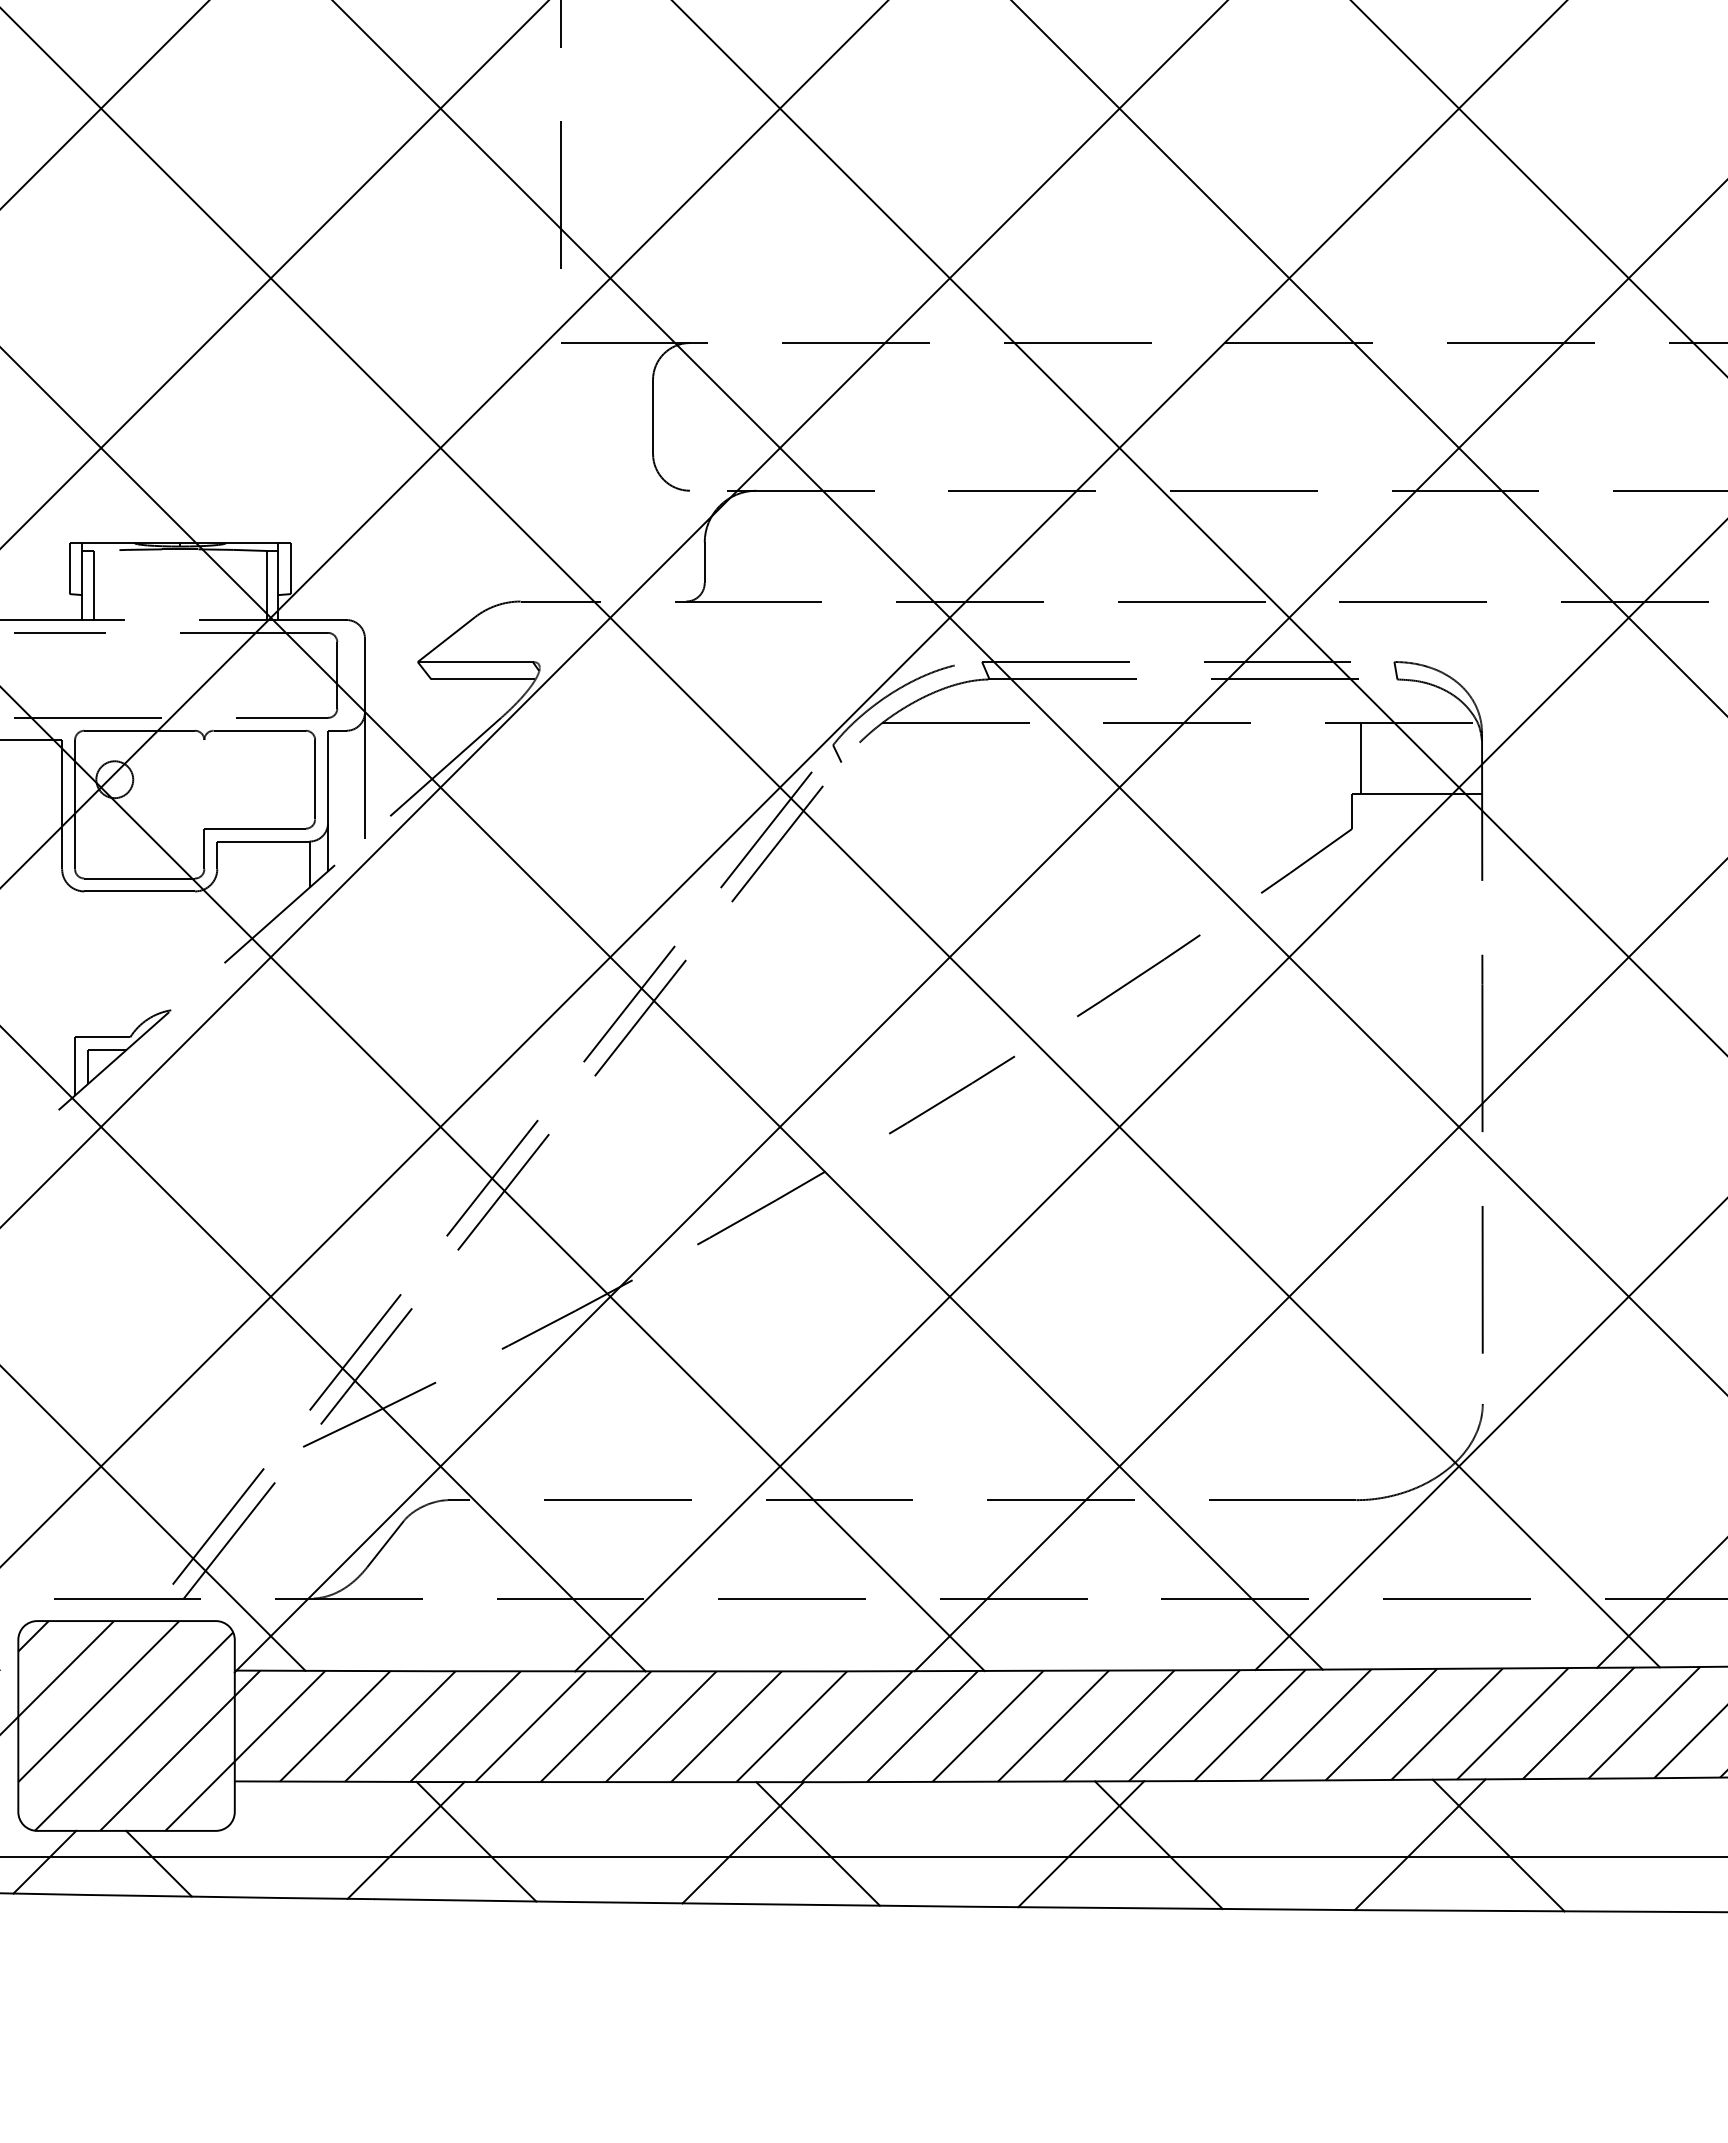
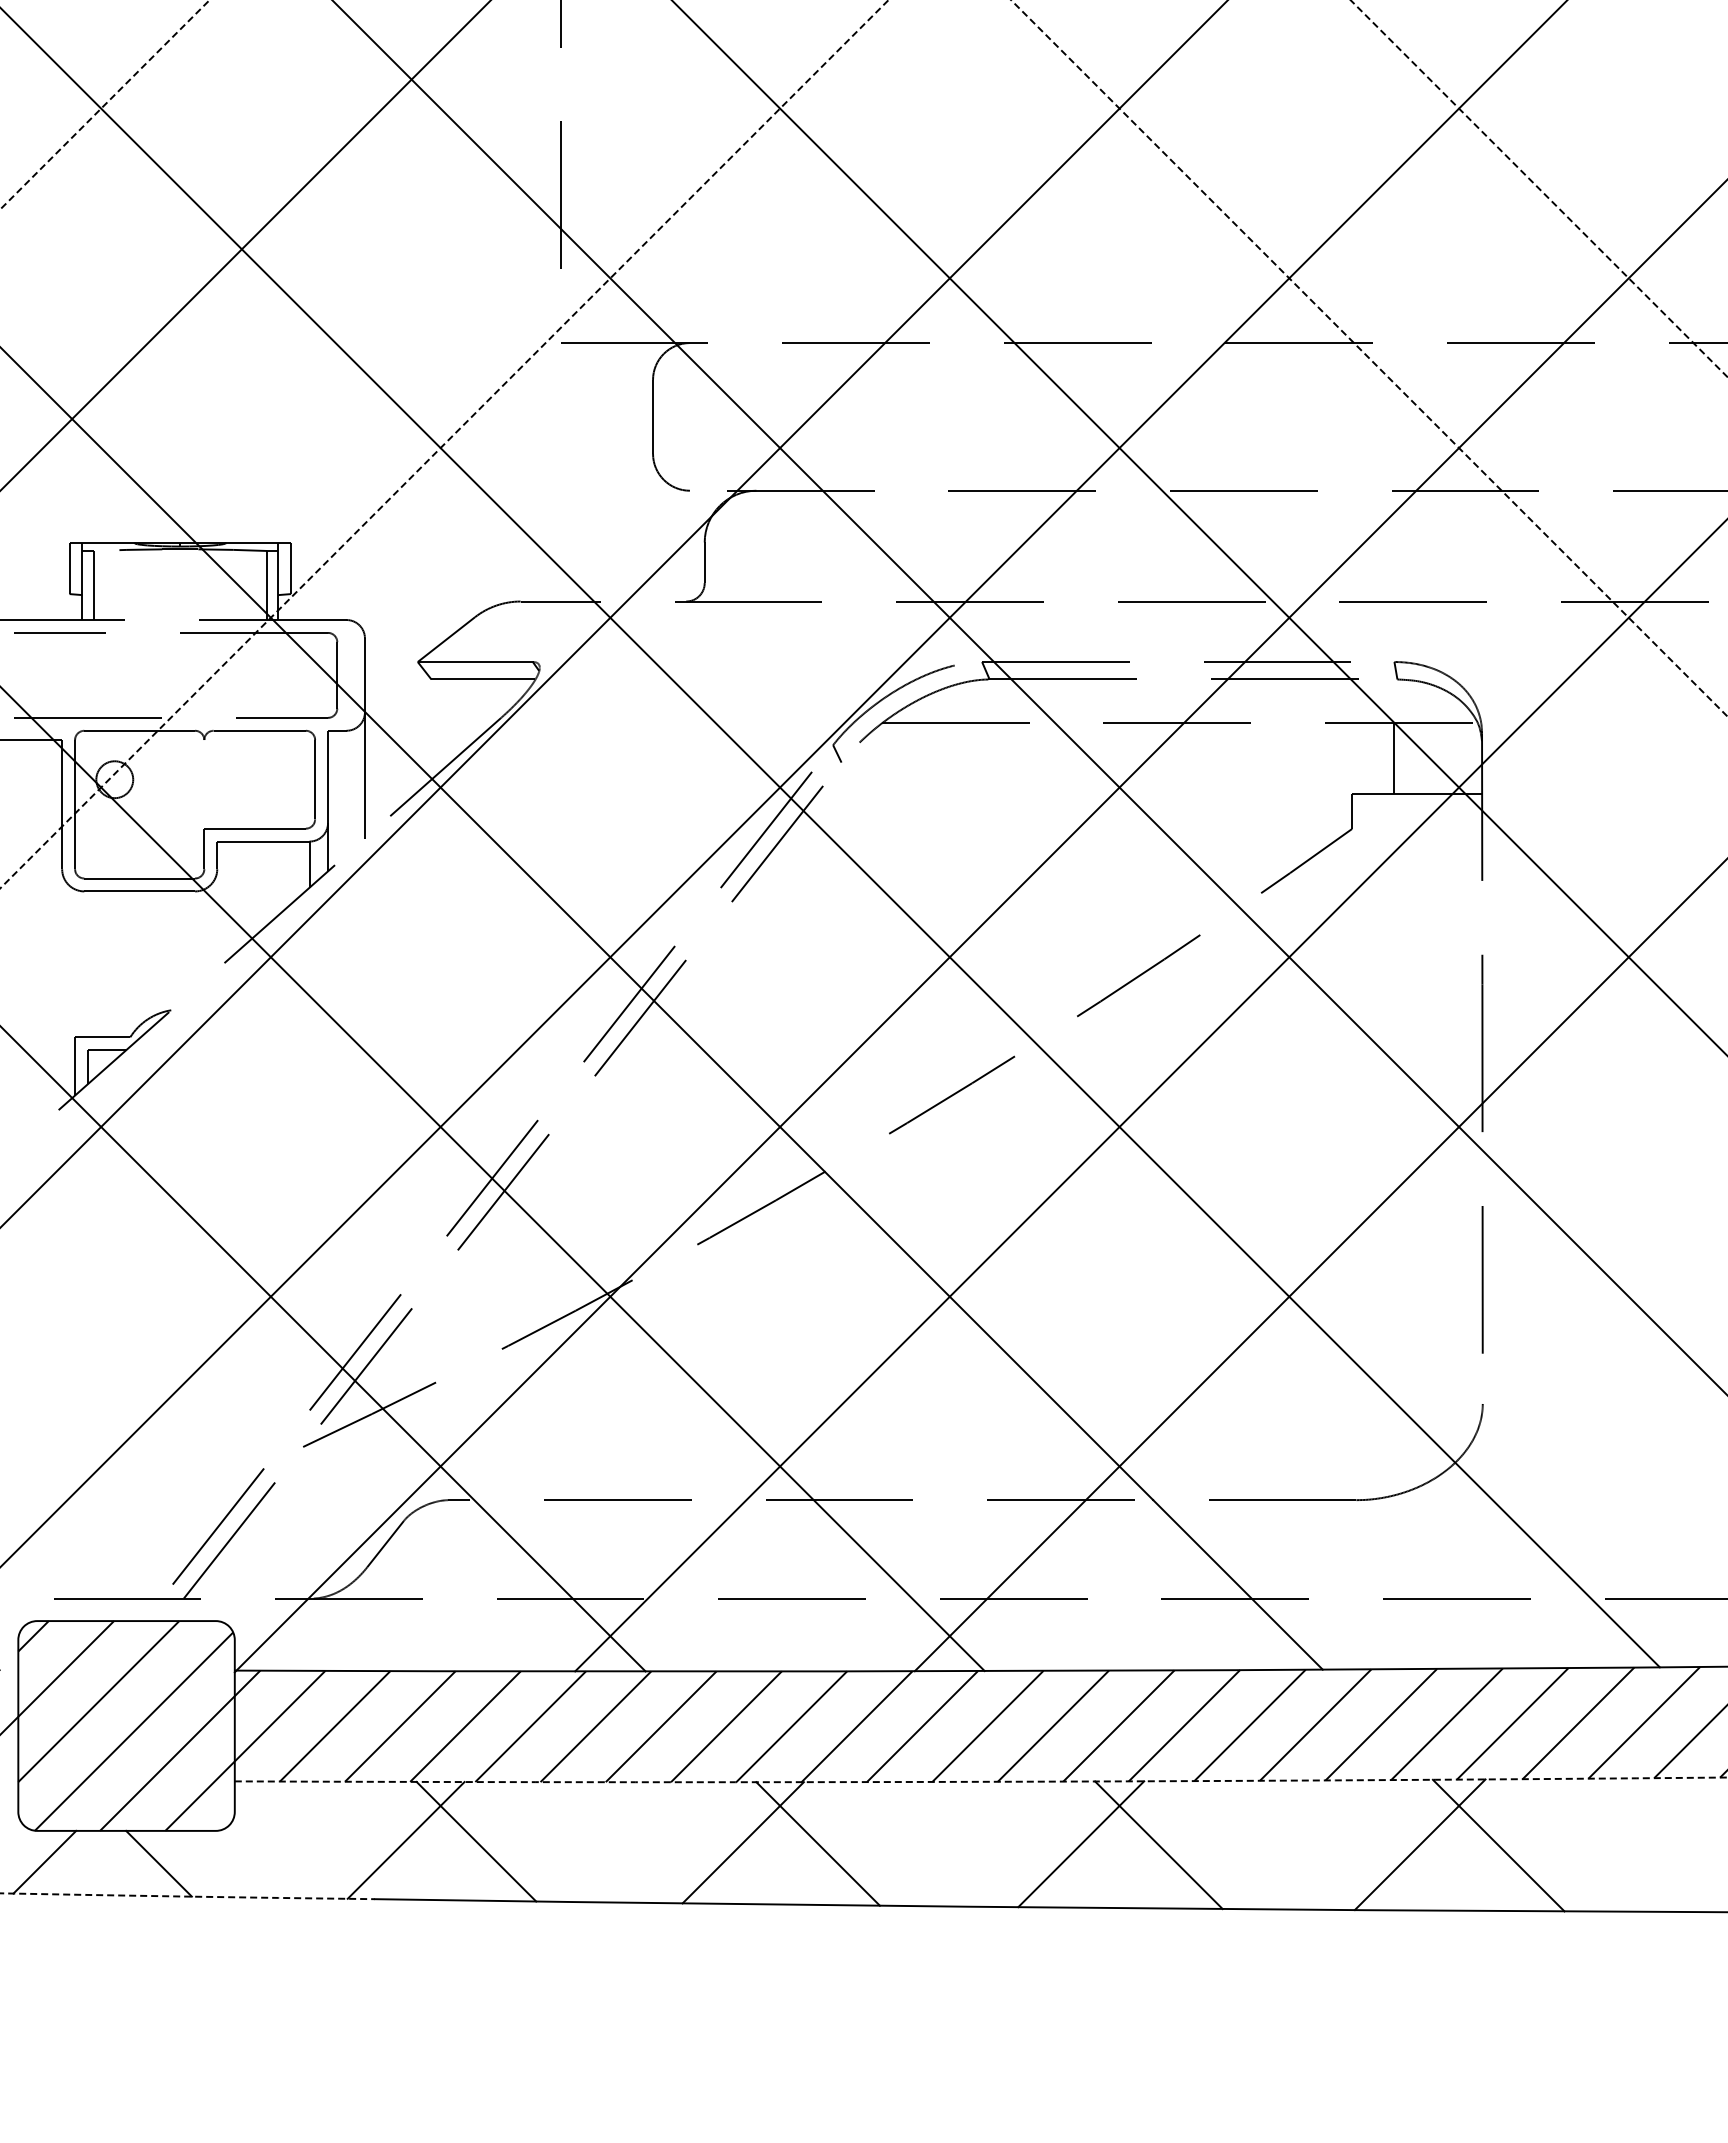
line at (104, 104): solid -> dashed
line at (1539, 188): solid -> dashed
line at (274, 274) position: (274, 274) -> (245, 245)
line at (1369, 358): solid -> dashed
line at (444, 444): solid -> dashed
line at (1361, 758) position: (1361, 758) -> (1394, 758)
line at (1489, 1435): present -> none
line at (153, 1518): present -> none
line at (1660, 1603): present -> none
arc at (981, 1781): solid -> dashed
line at (863, 1857): present -> none
arc at (187, 1896): solid -> dashed
